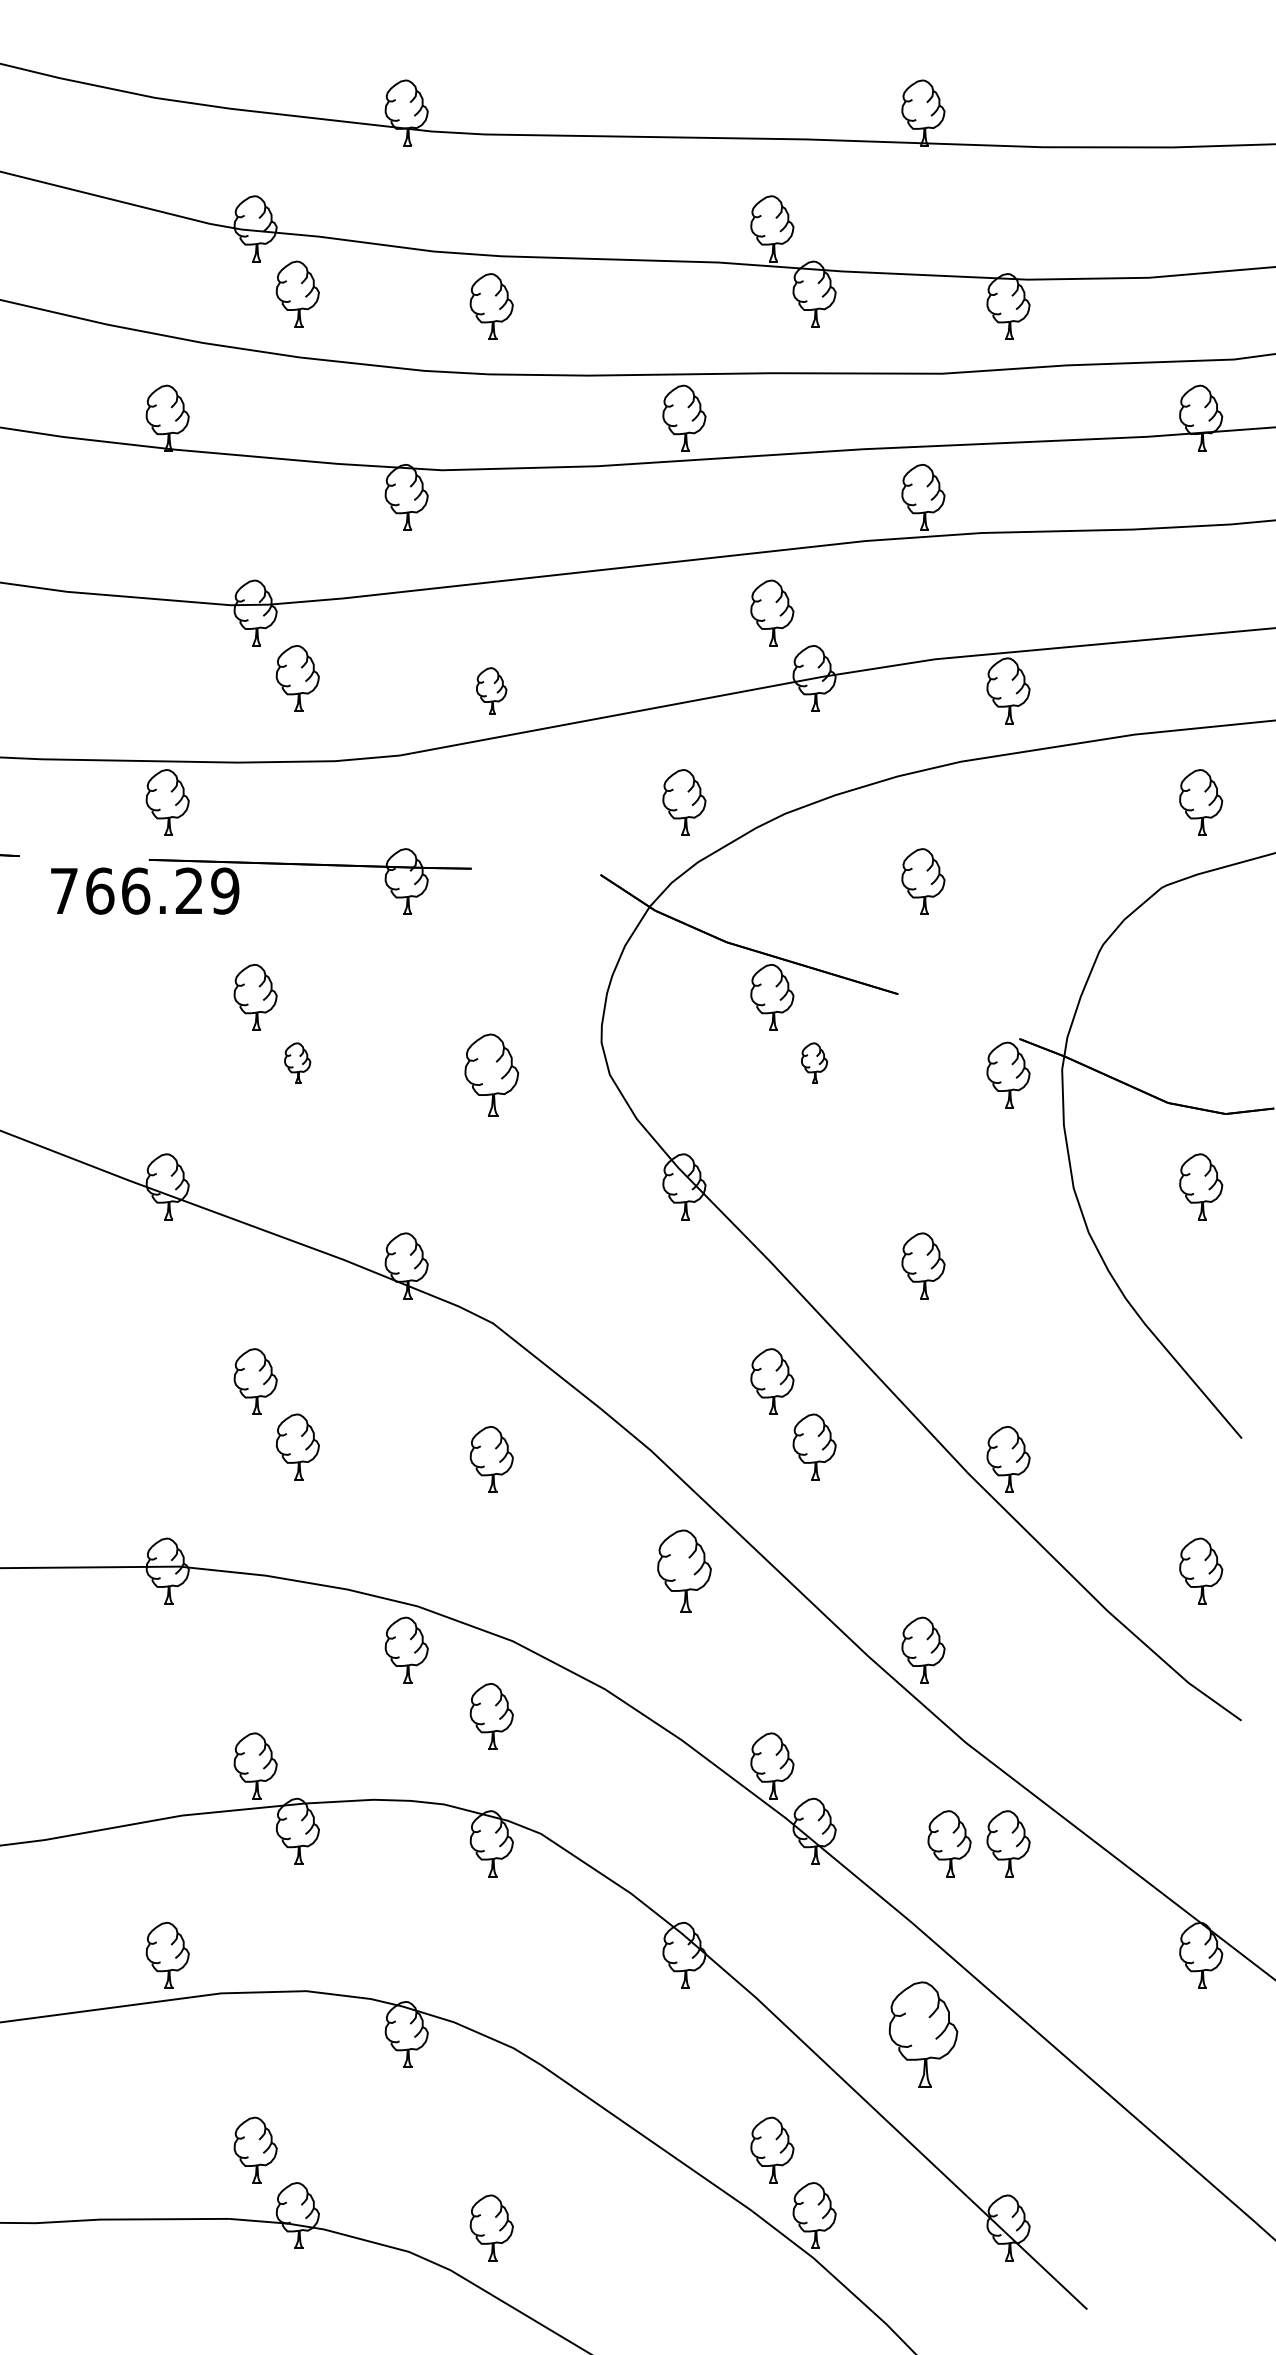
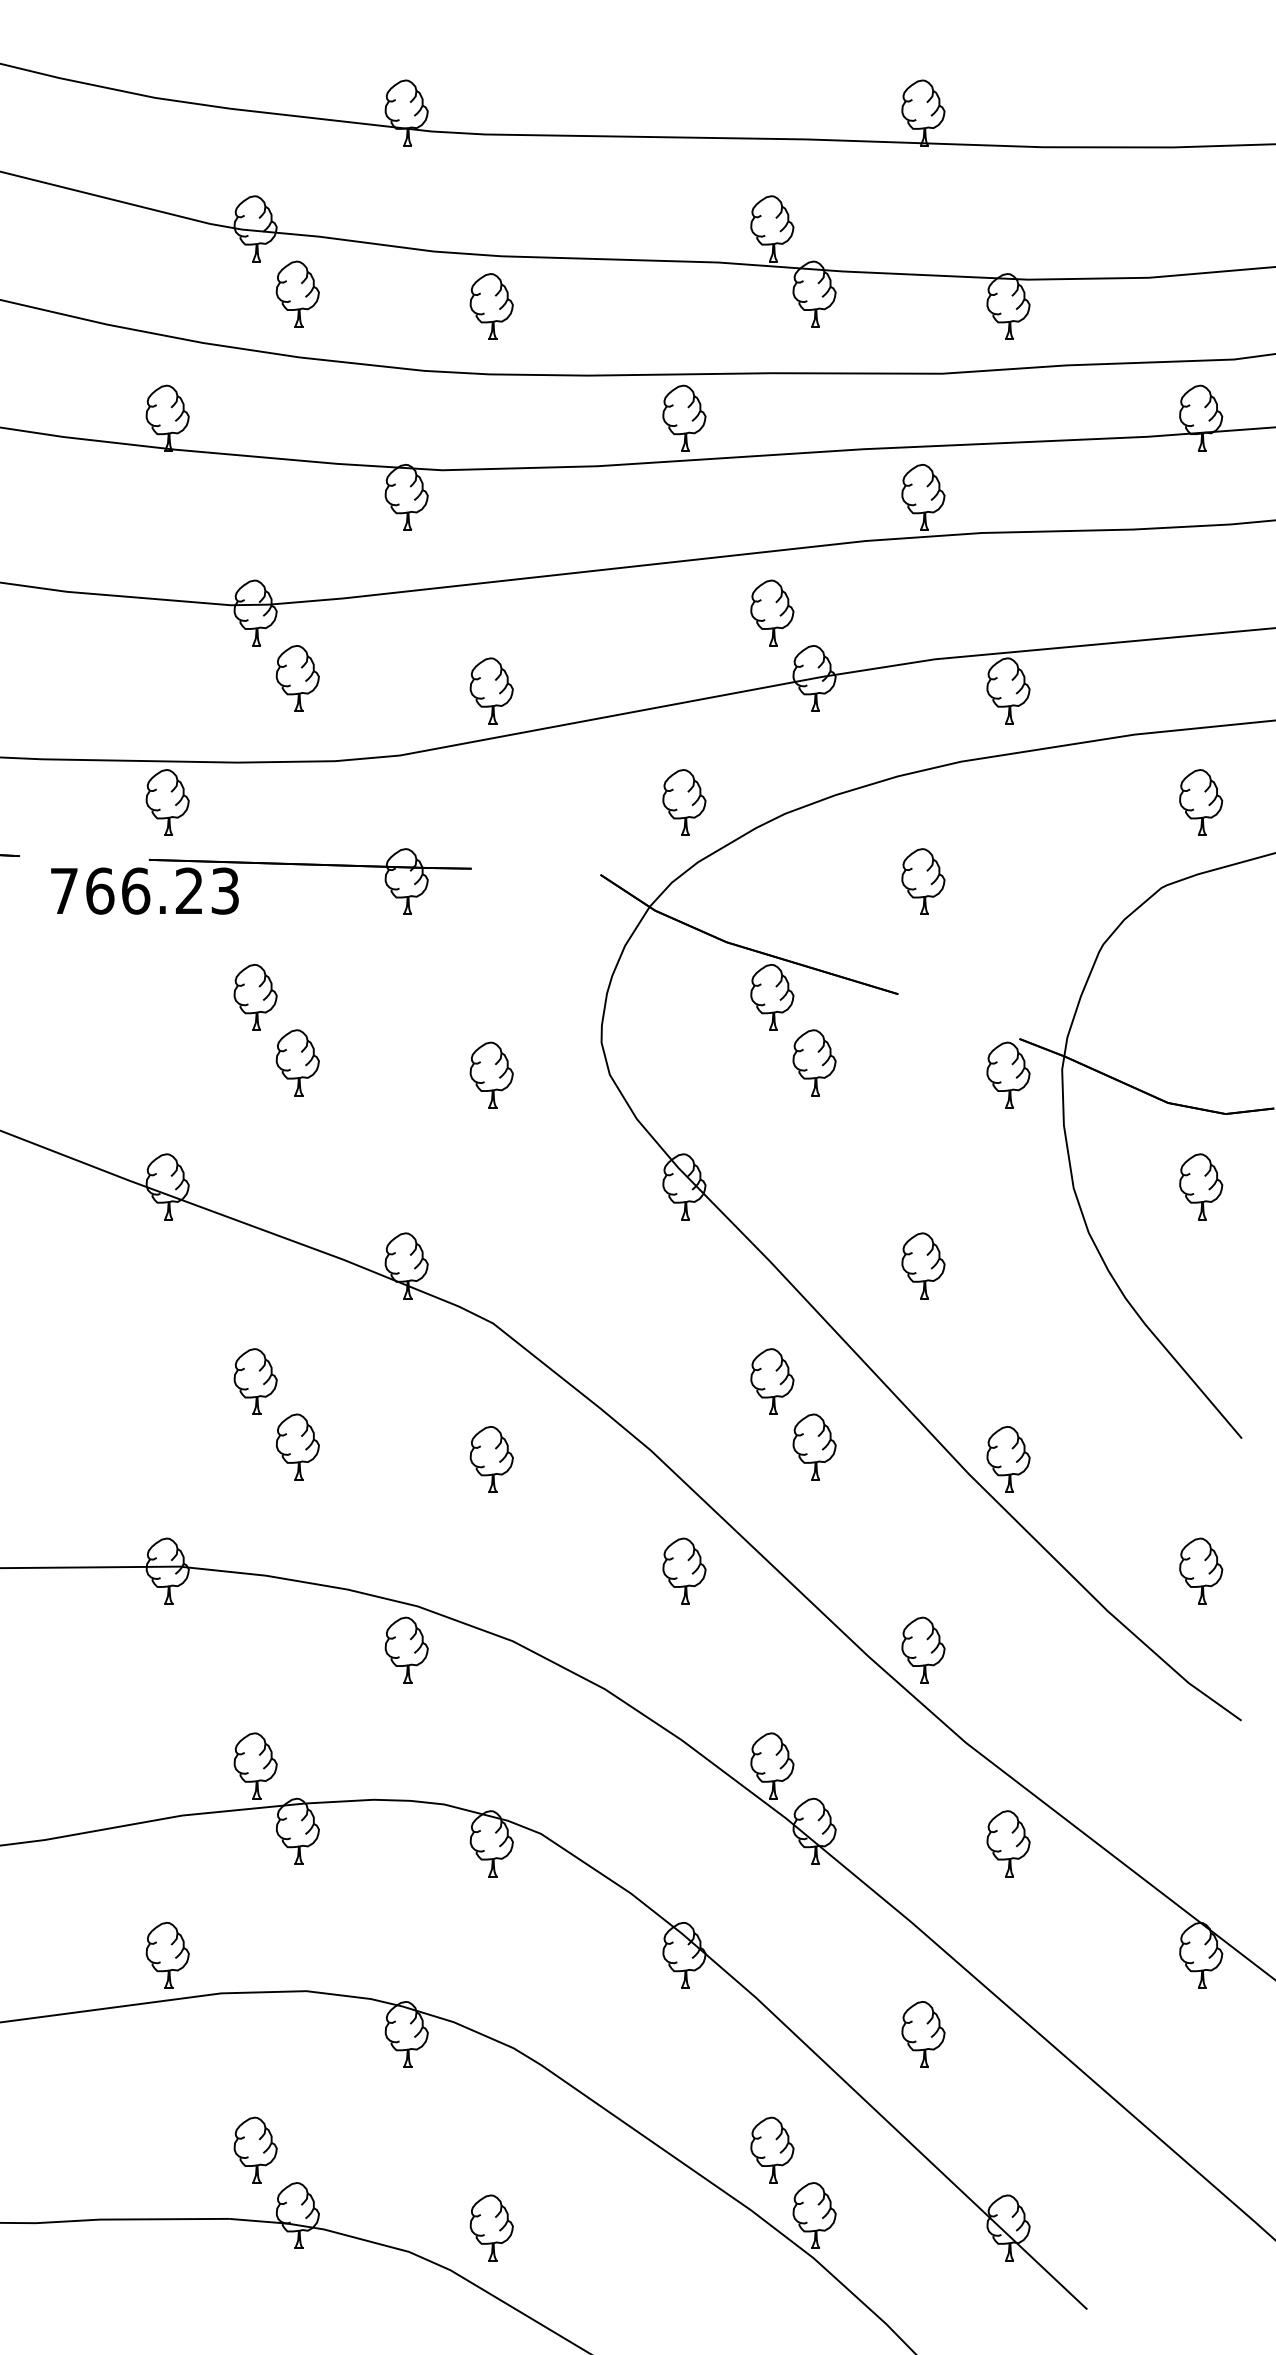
part at (491, 690) size: 32x48 px -> 45x68 px
text at (225, 890): 766.29 -> 766.23
part at (297, 1062) size: 28x42 px -> 45x68 px
part at (814, 1062) size: 28x42 px -> 45x68 px
part at (491, 1074) size: 56x84 px -> 45x68 px
part at (684, 1570) size: 55x84 px -> 45x68 px
part at (491, 1716): present -> none
part at (949, 1843): present -> none
part at (923, 2034) size: 71x107 px -> 45x67 px
